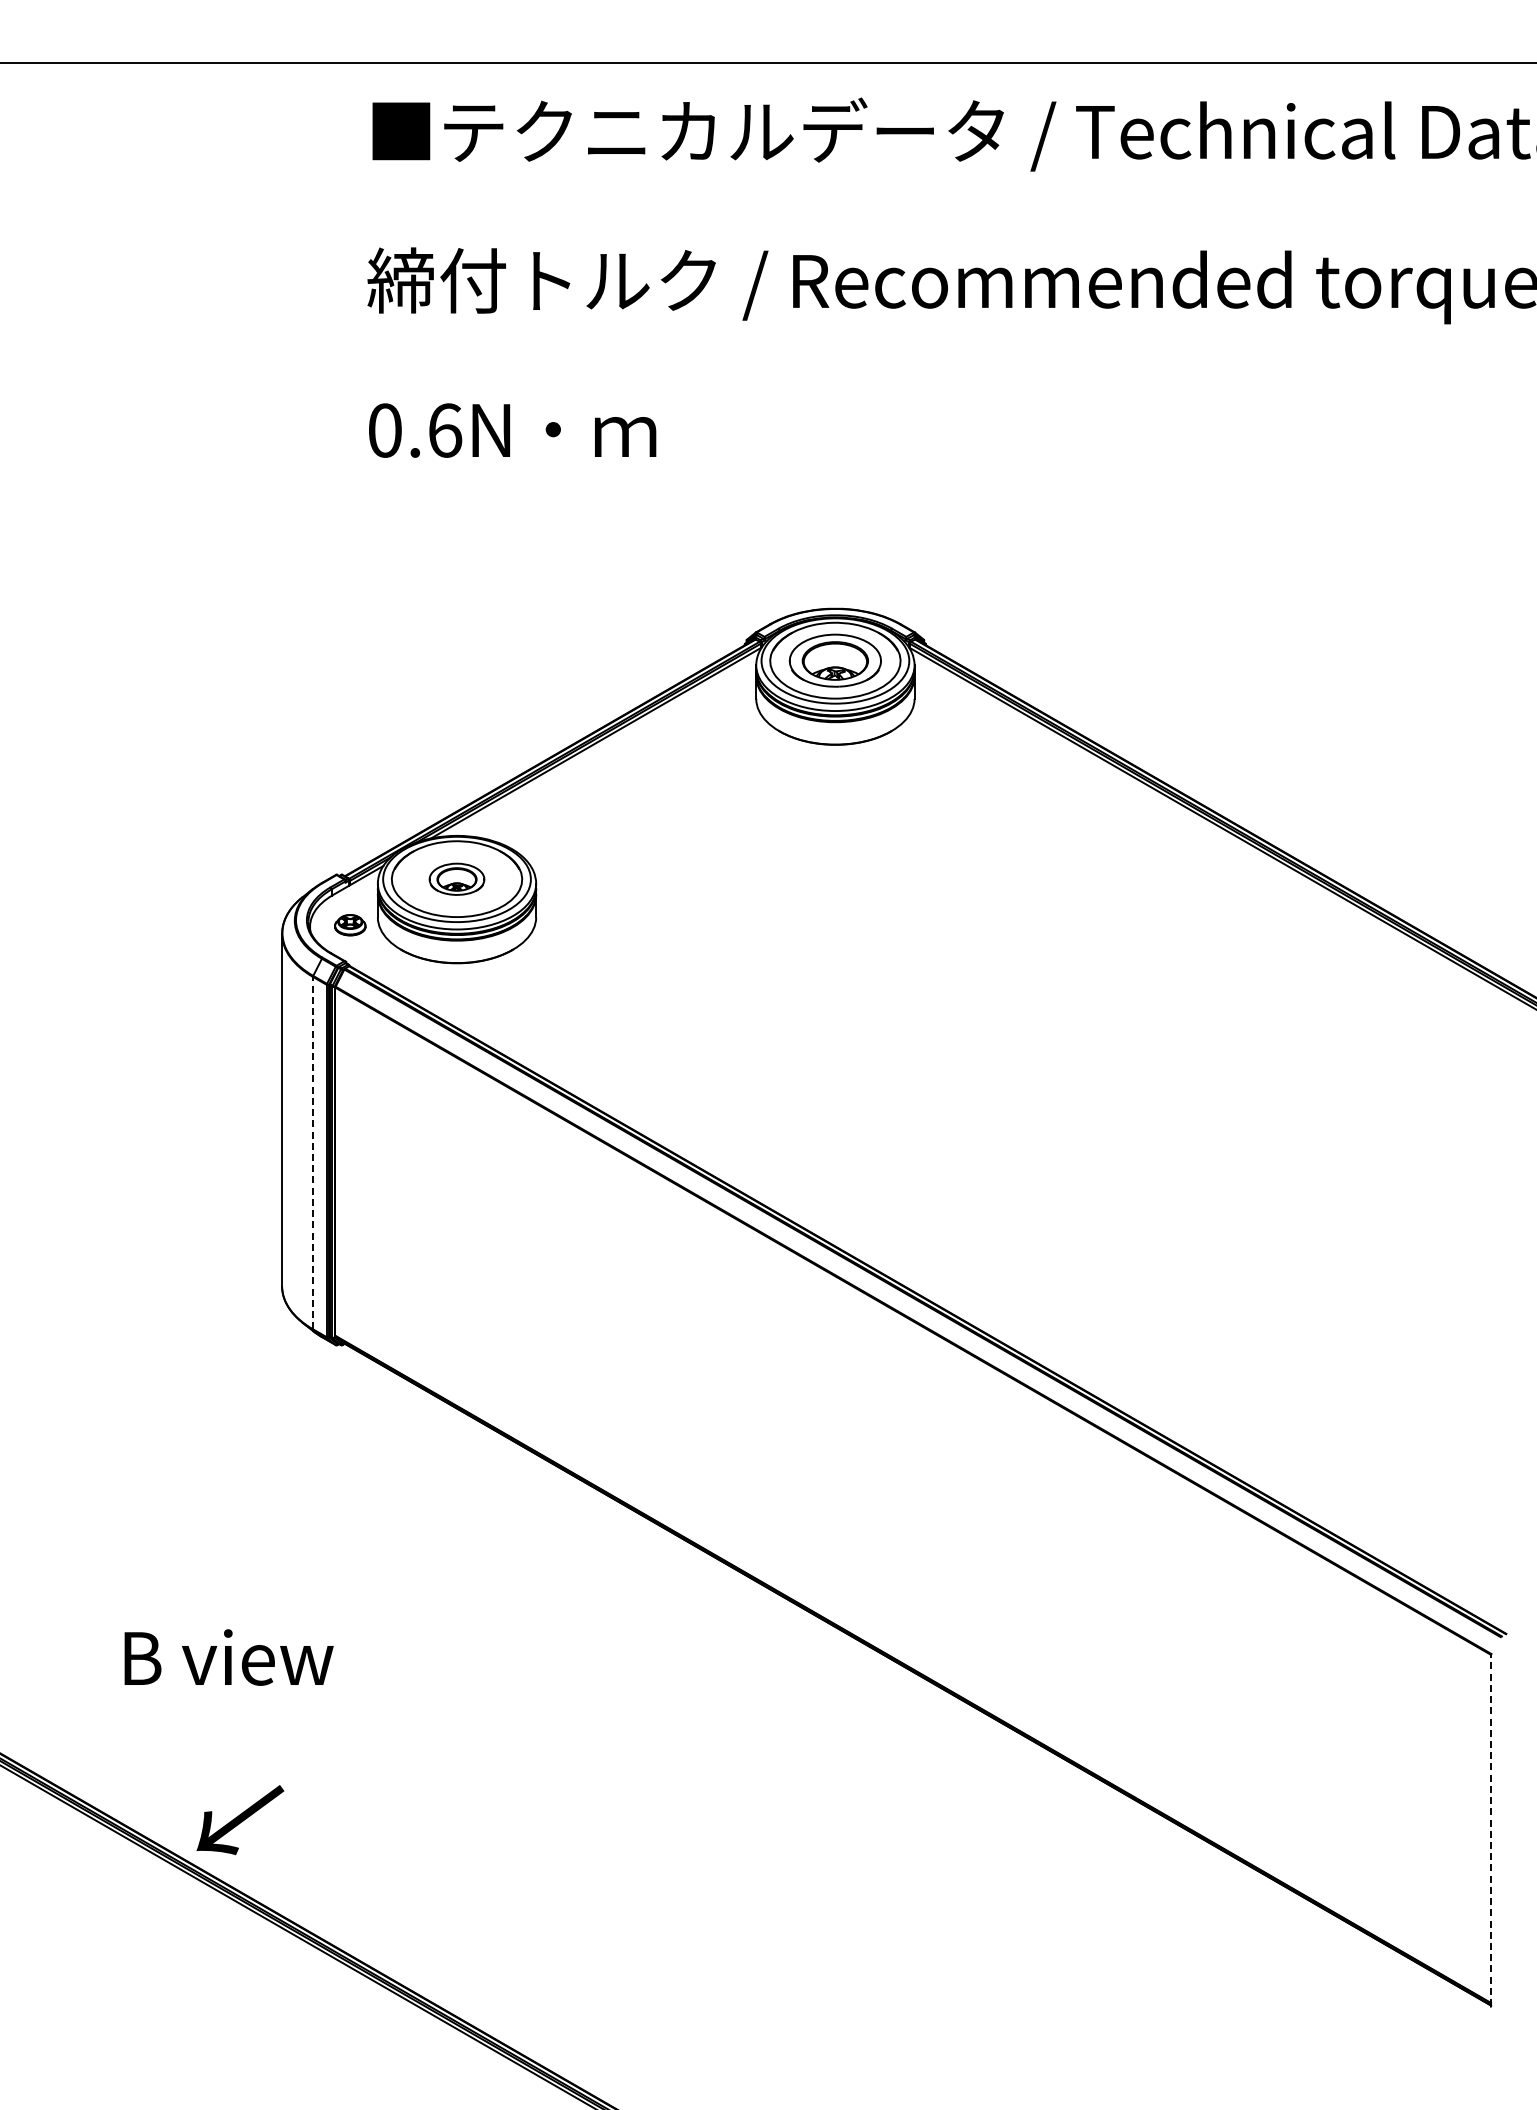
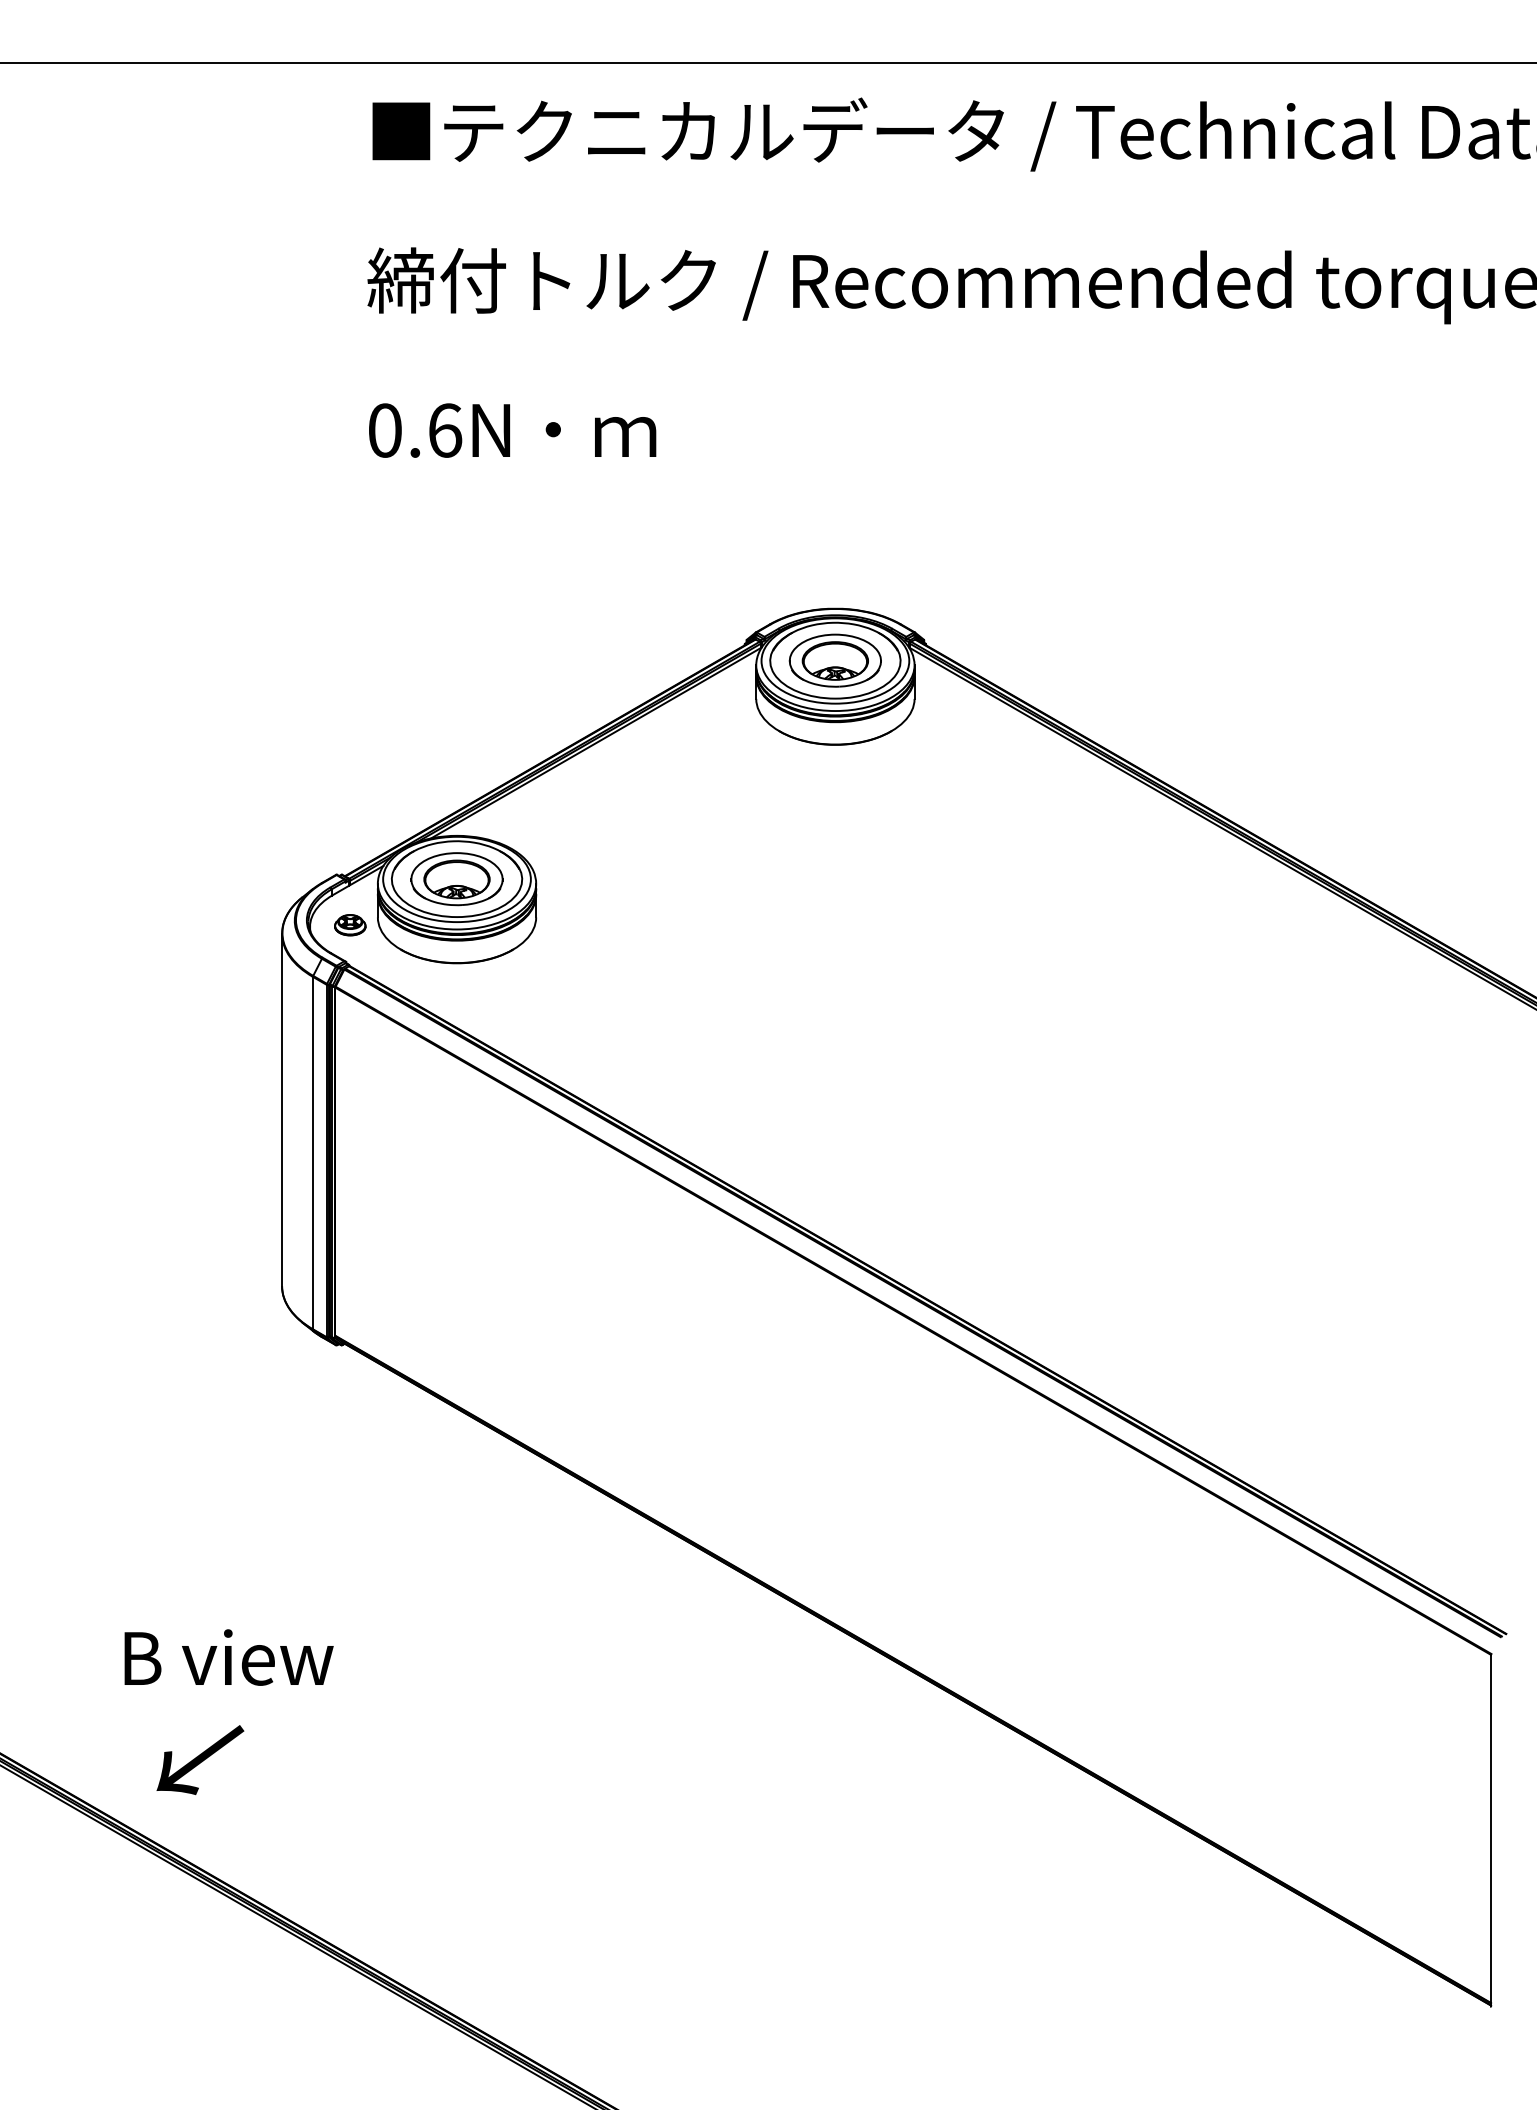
part at (456, 878) size: 58x34 px -> 94x55 px
line at (312, 1152): dashed -> solid
text at (240, 1820) position: (240, 1820) -> (200, 1760)
line at (1490, 1830): dashed -> solid
